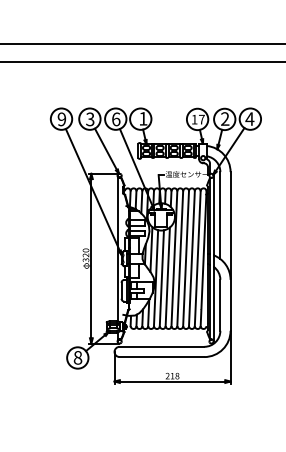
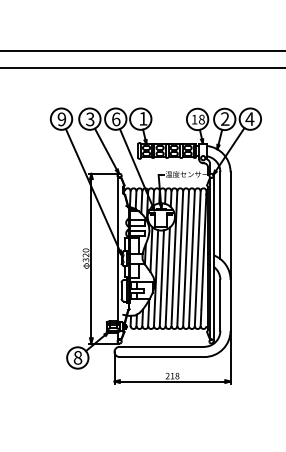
line at (142, 43) position: (142, 43) -> (142, 50)
line at (142, 61) position: (142, 61) -> (142, 67)
text at (201, 119): 17 -> 18
